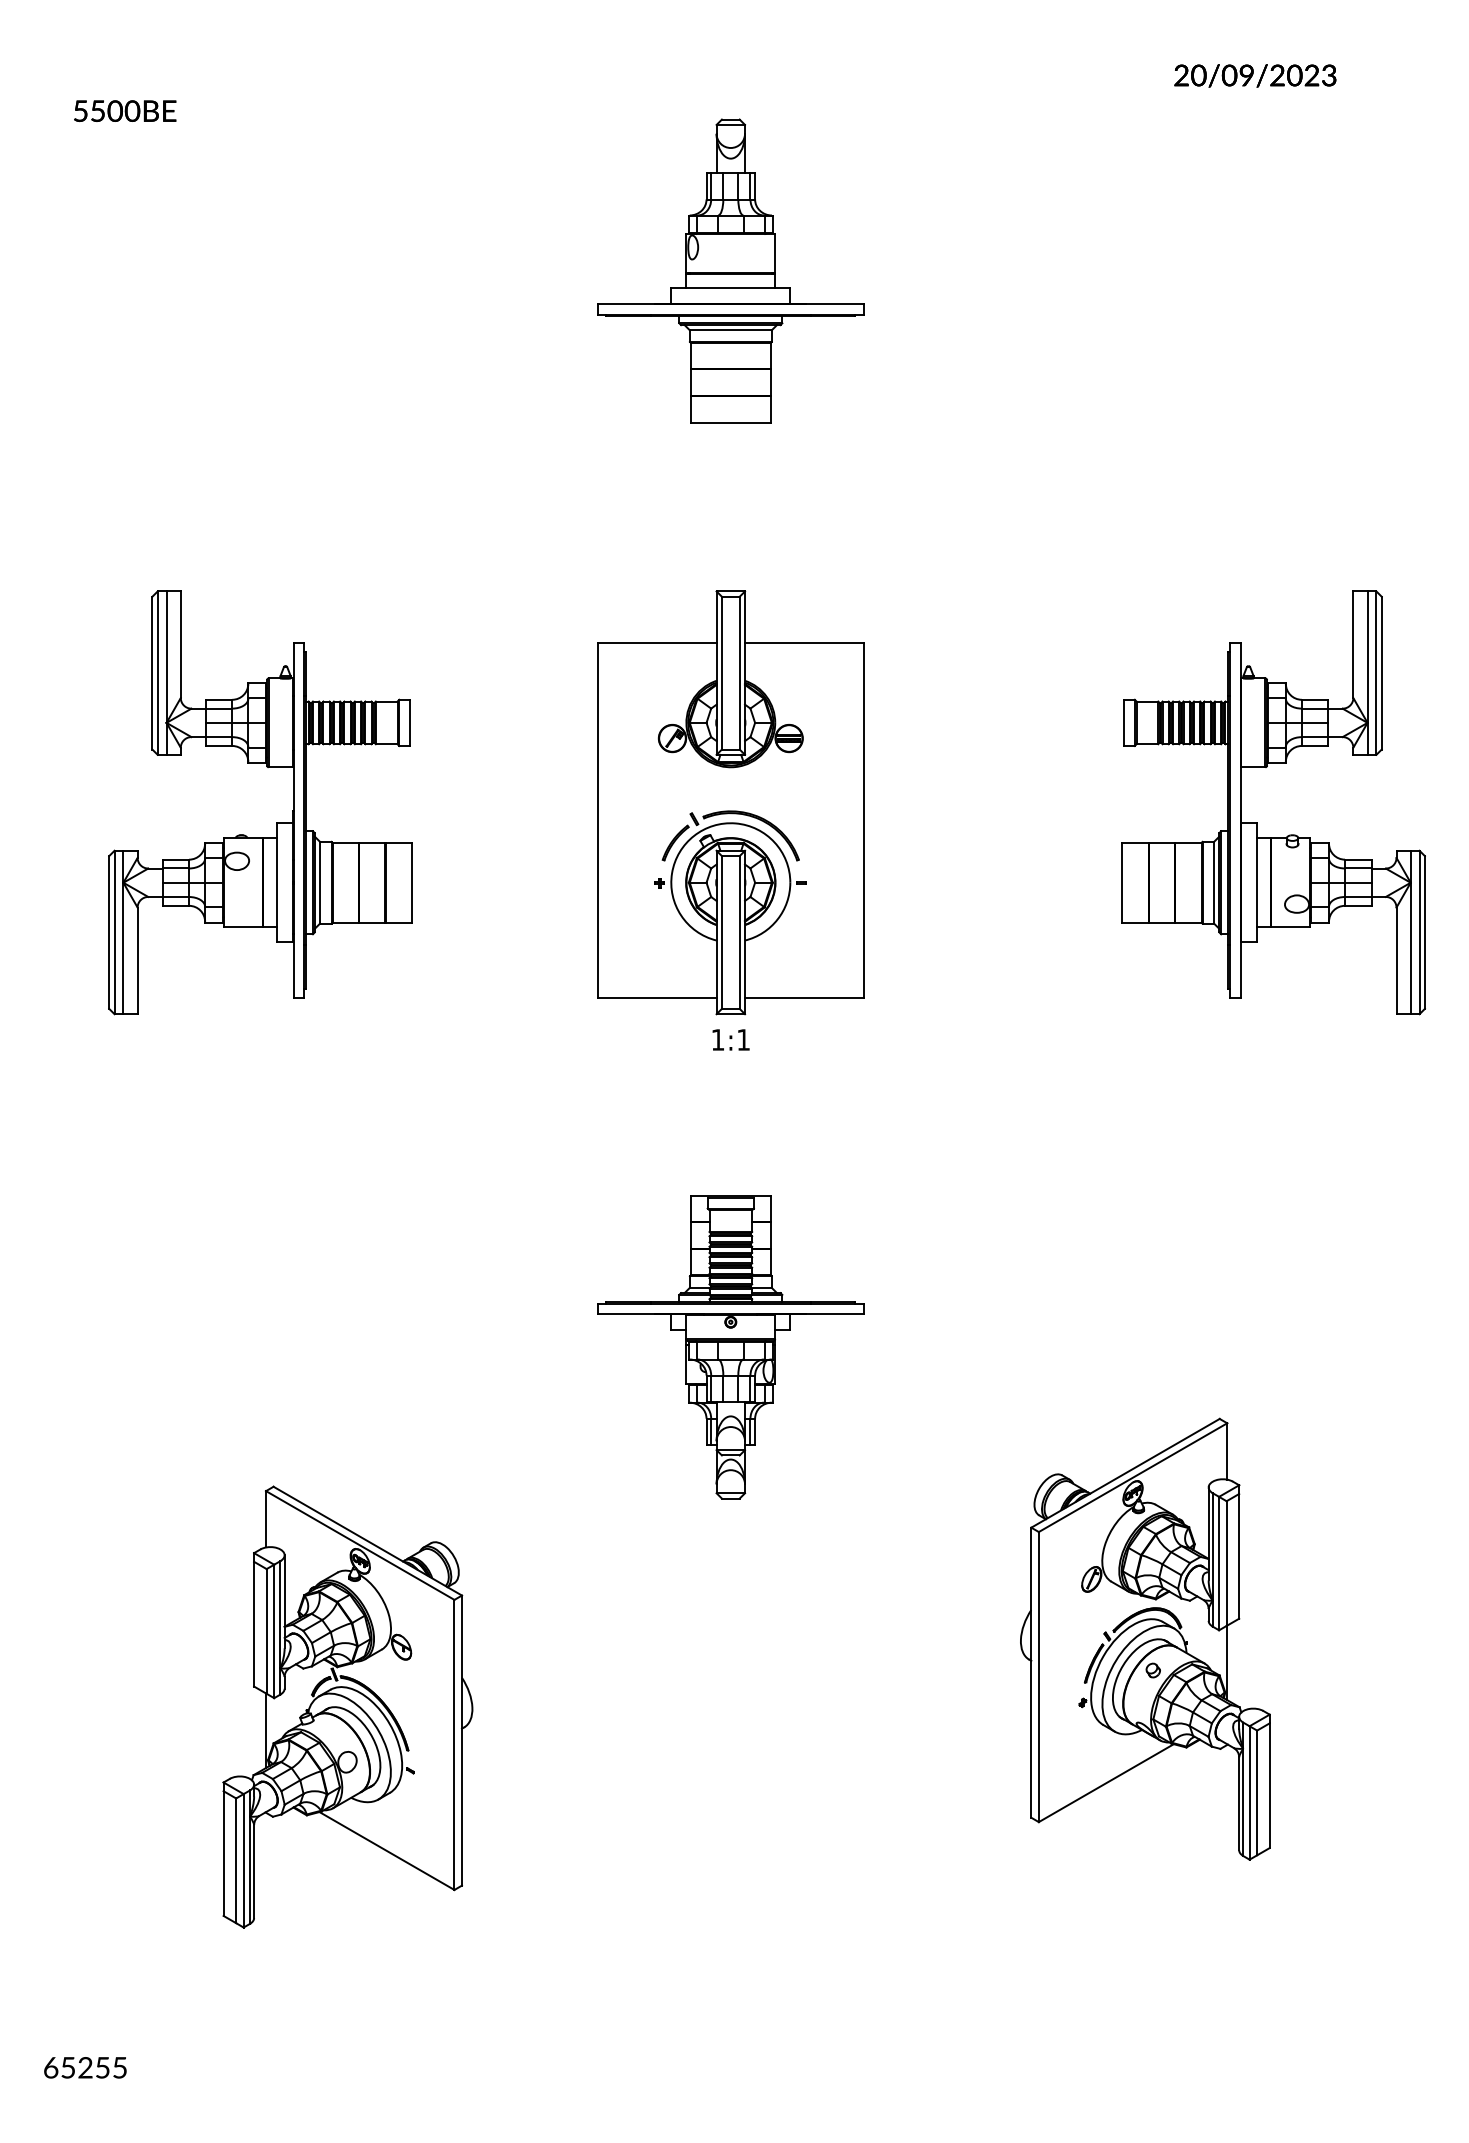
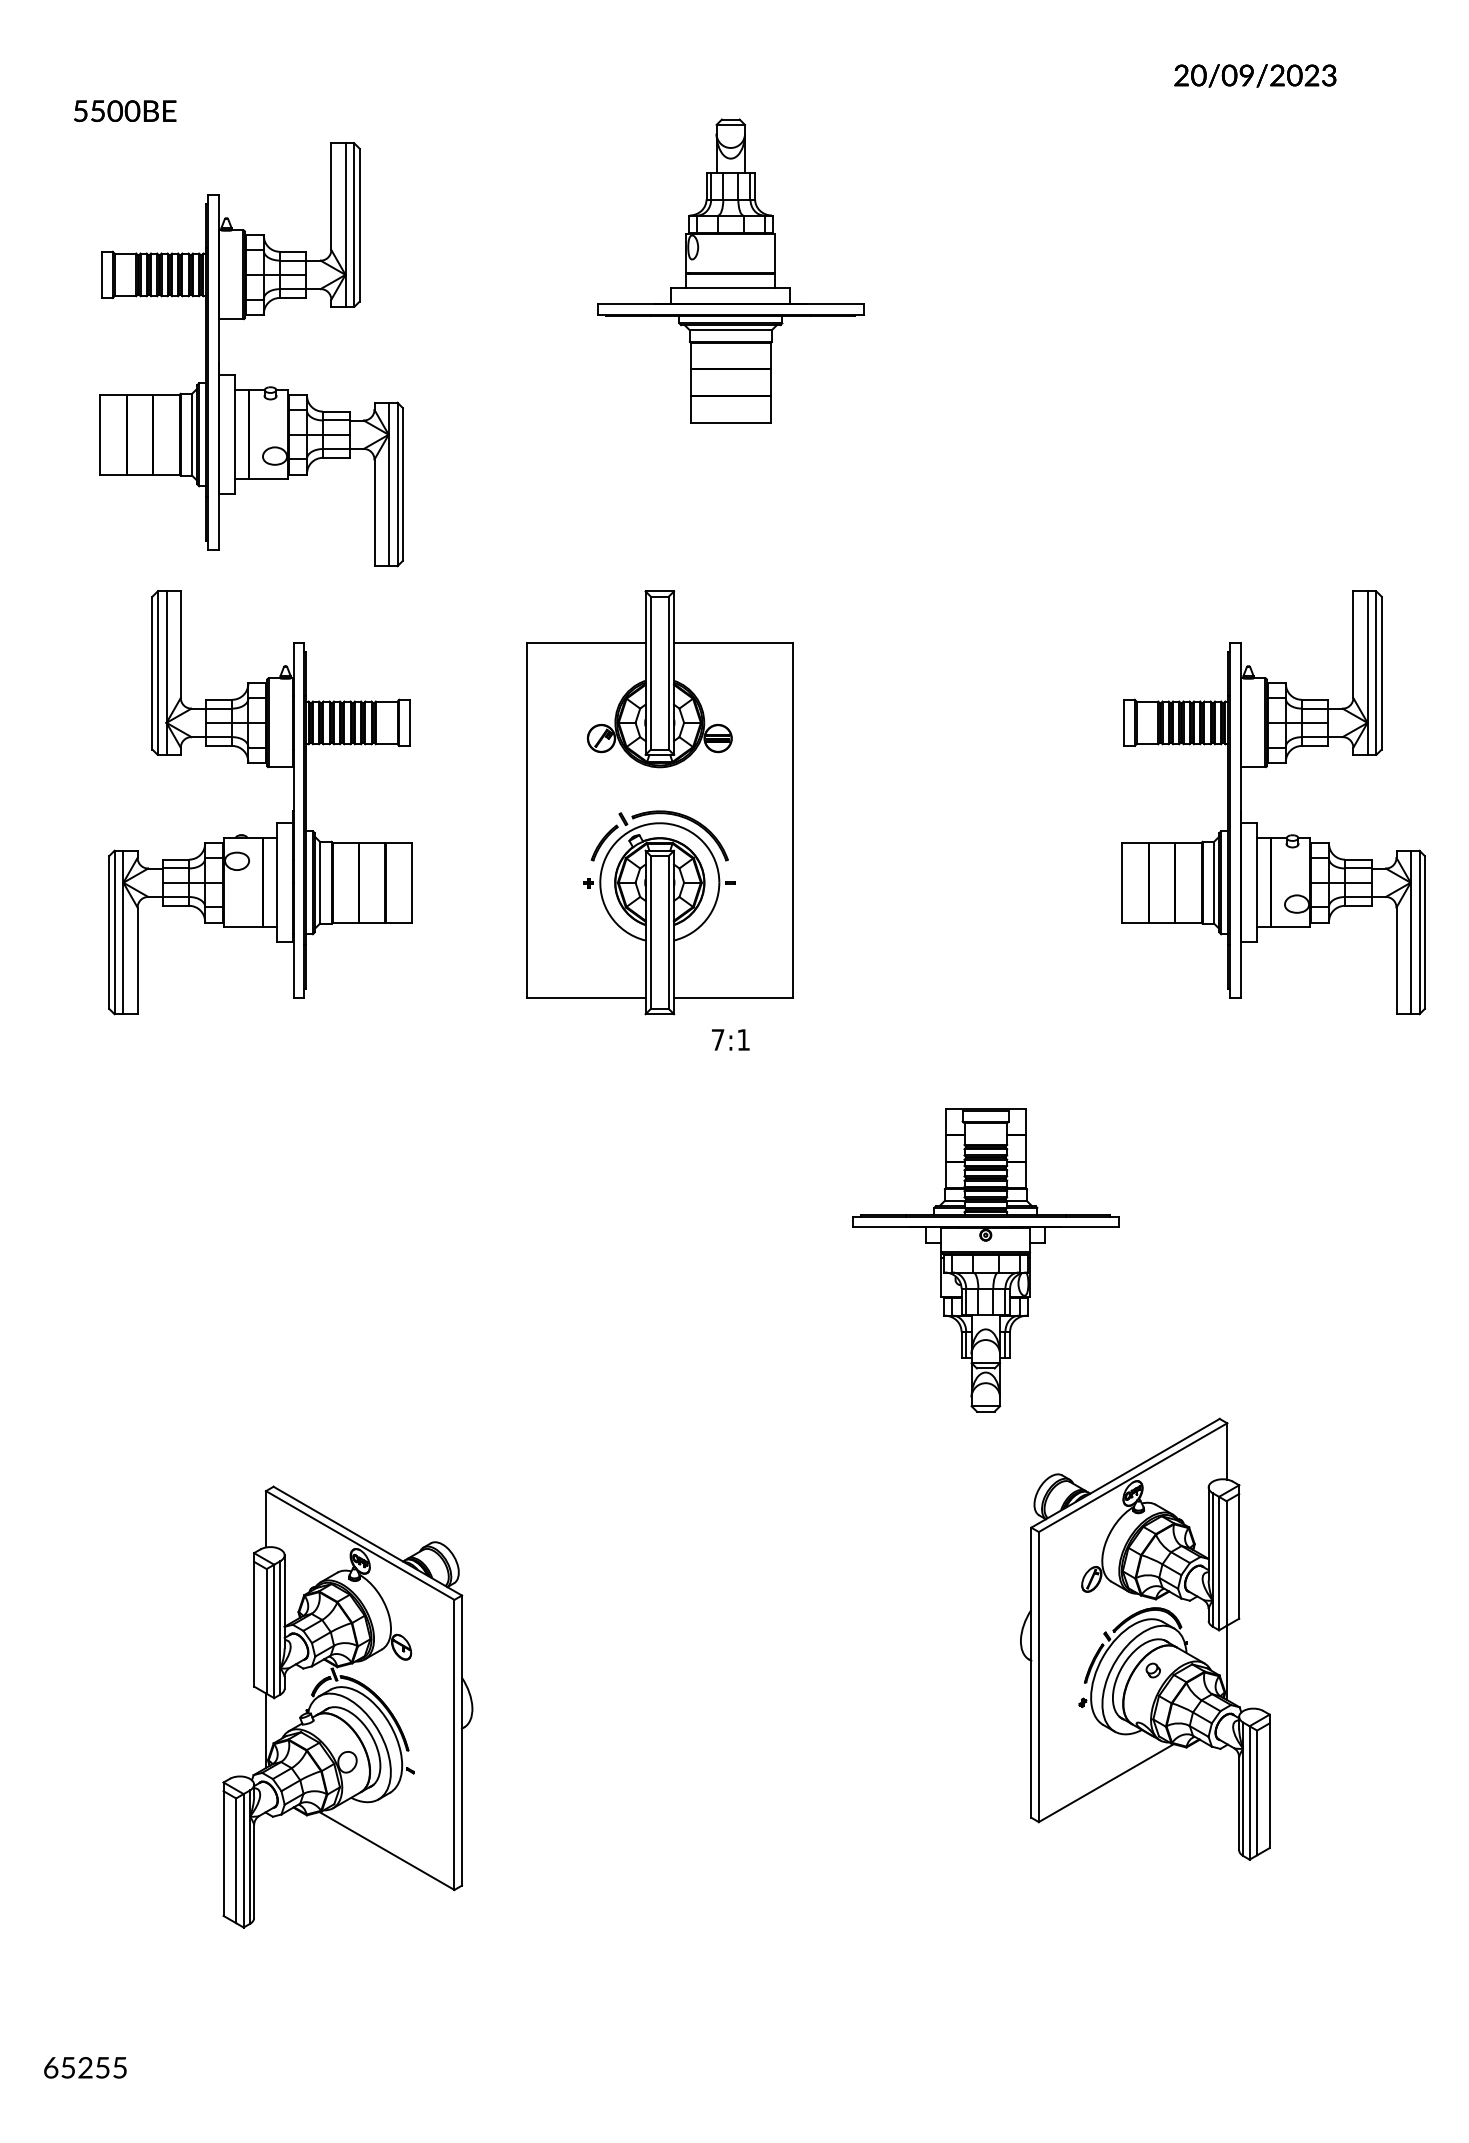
part at (235, 374): none -> present
part at (730, 802) position: (730, 802) -> (659, 802)
text at (718, 1039): 1:1 -> 7:1
part at (730, 1347) position: (730, 1347) -> (985, 1260)
